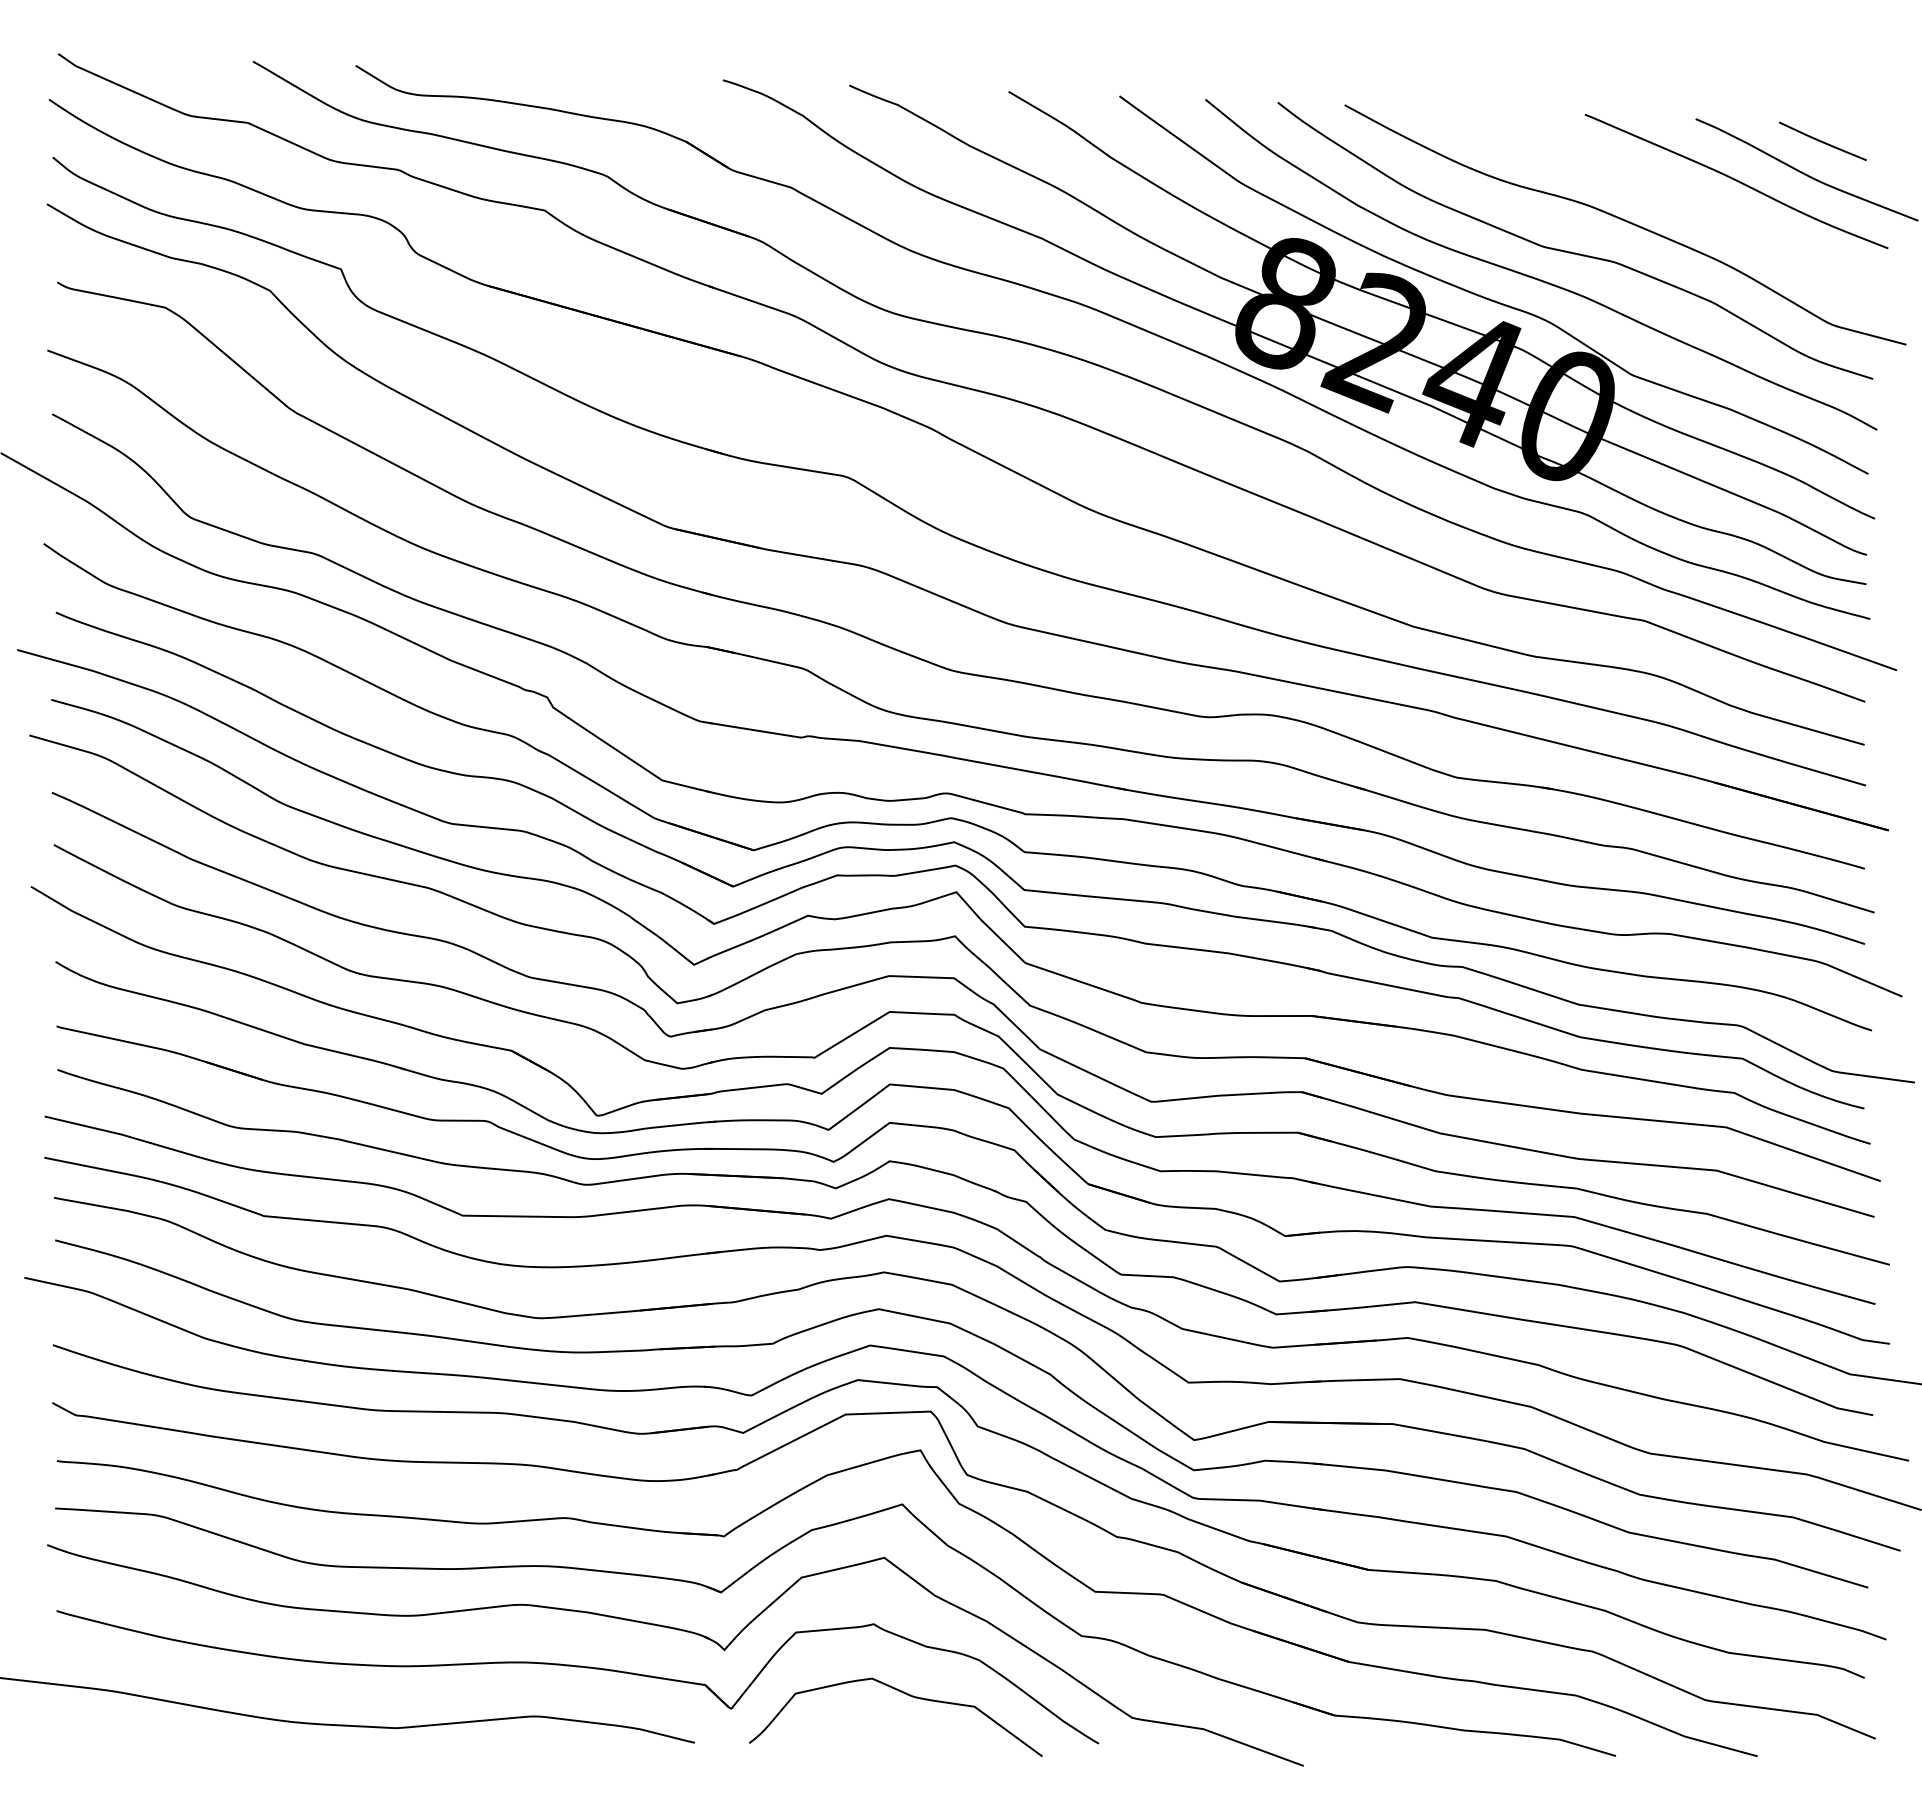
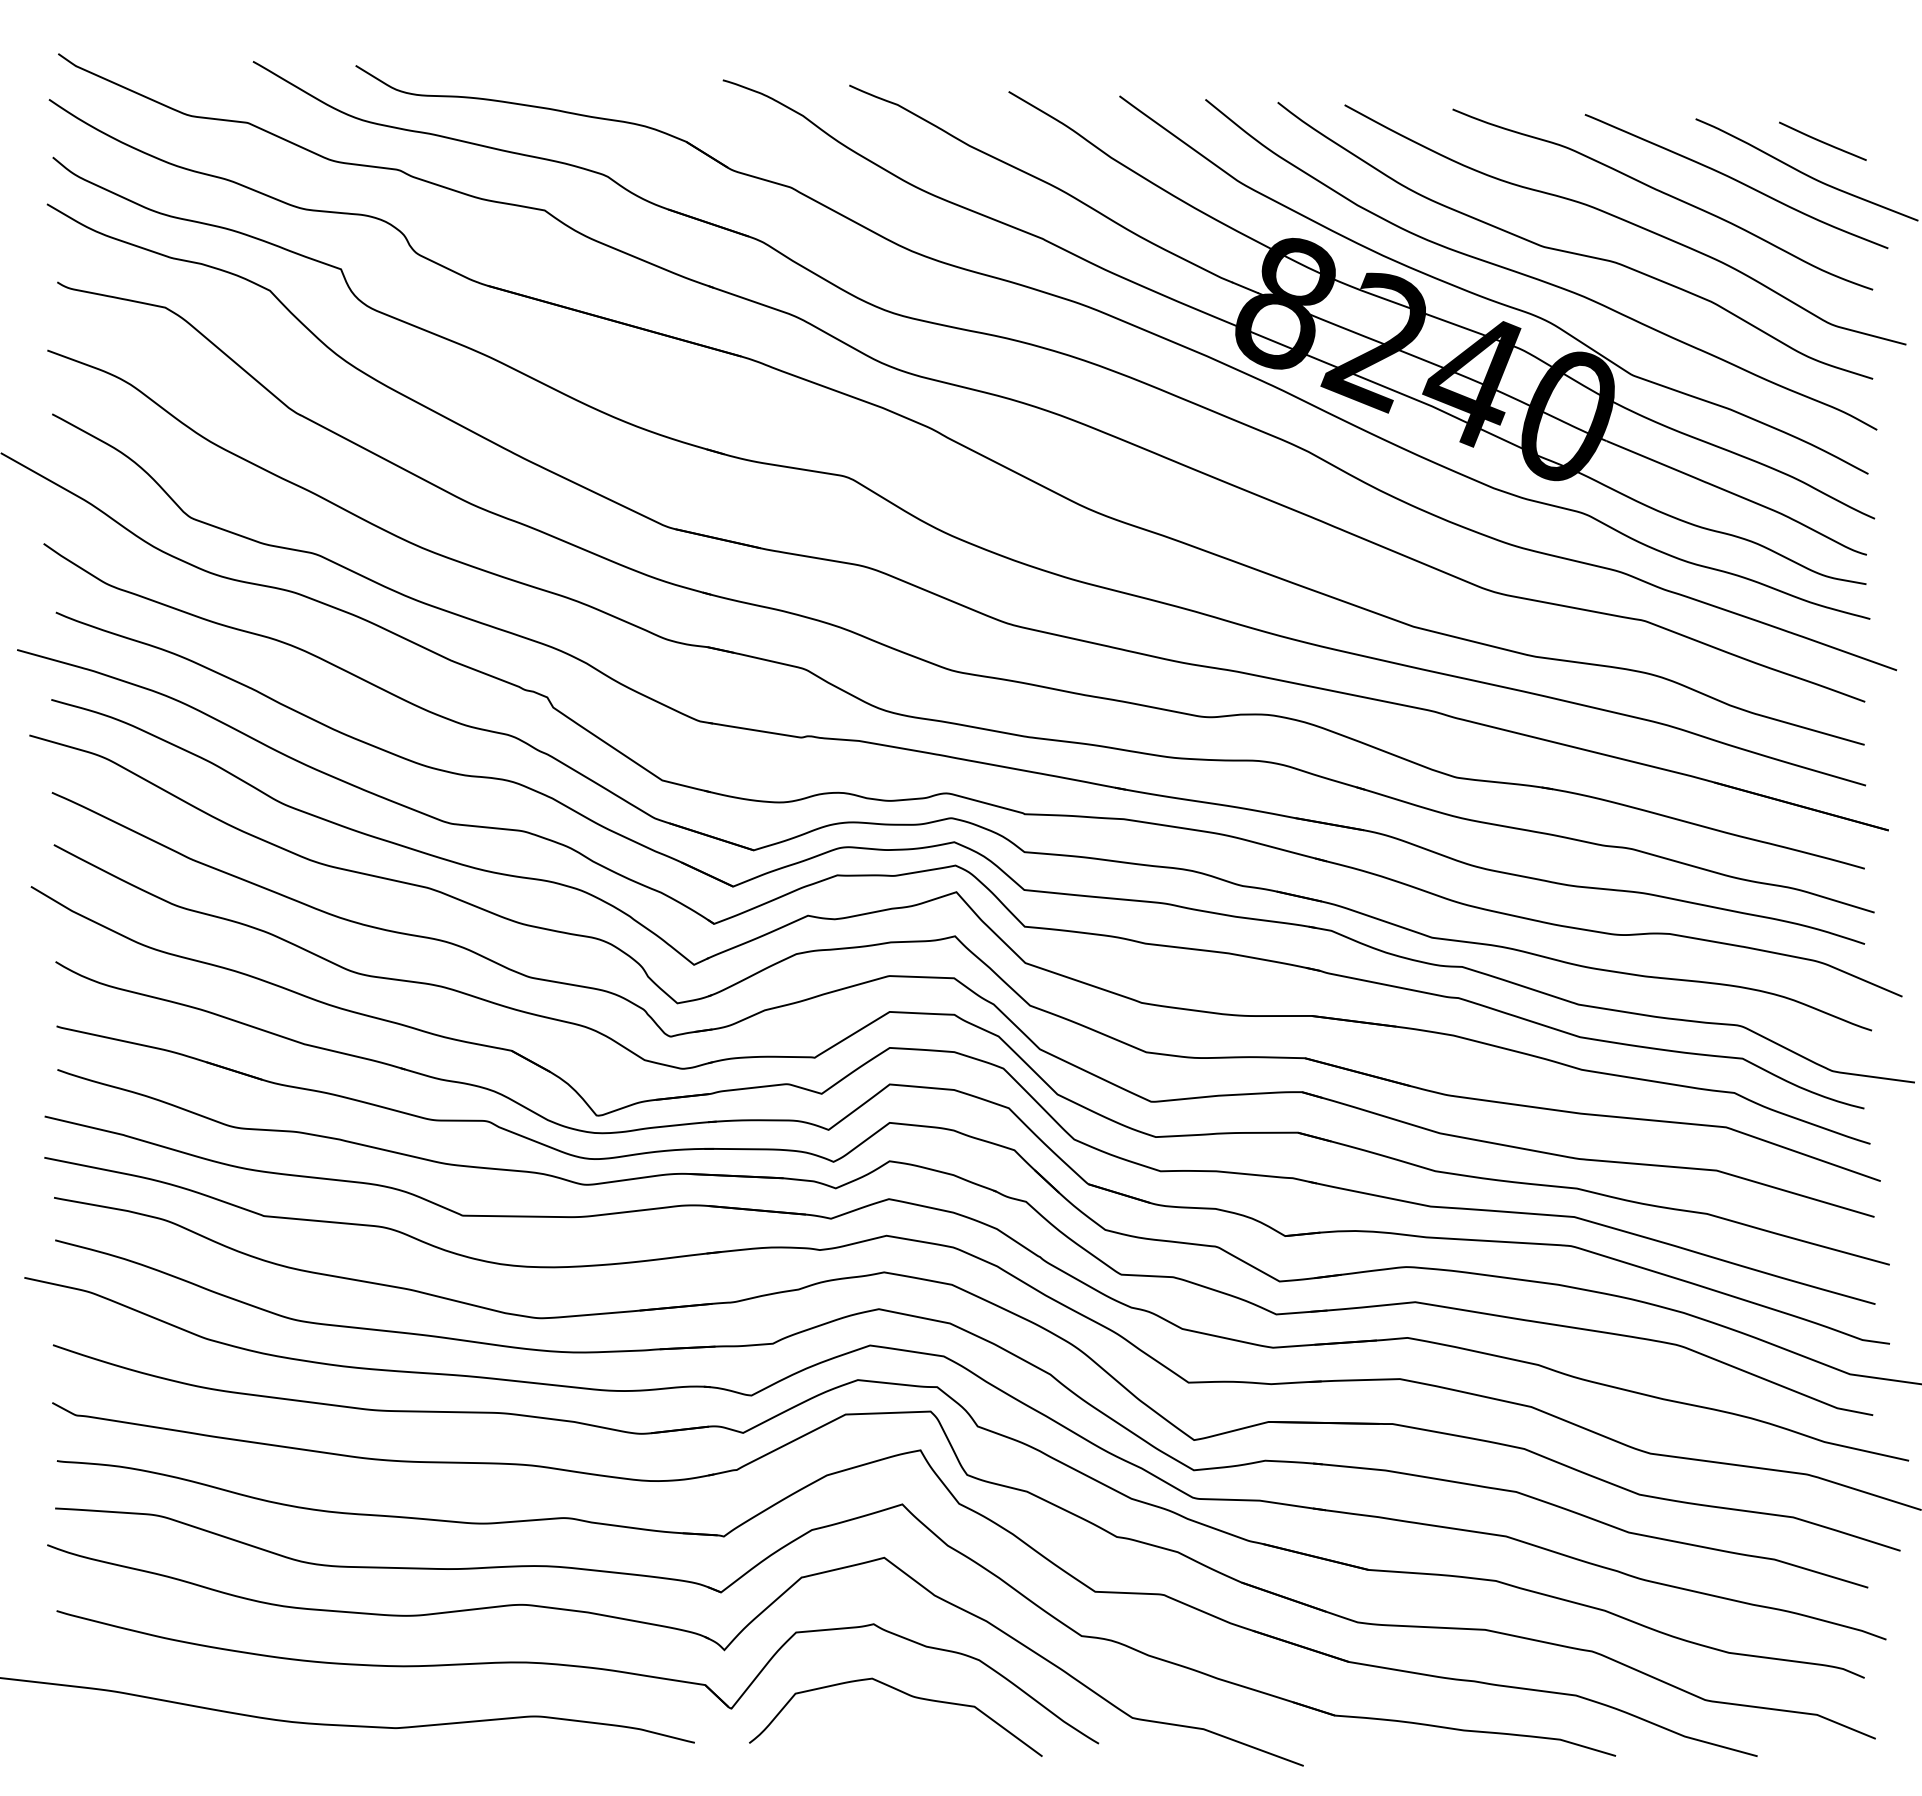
curve at (1664, 194): none -> present
